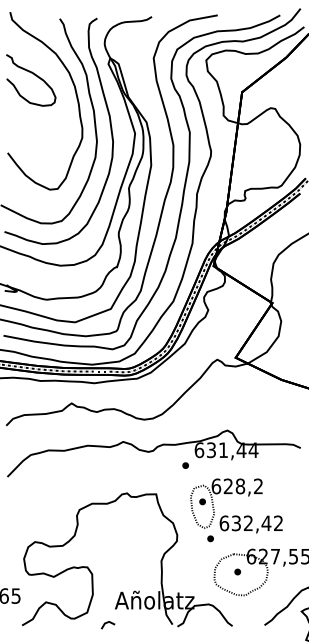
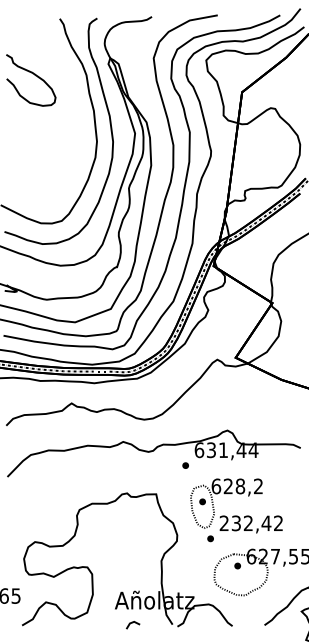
curve at (75, 94): present -> none
text at (224, 523): 632,42 -> 232,42
part at (237, 571) position: (237, 571) -> (237, 565)
line at (108, 623) position: (108, 623) -> (133, 623)
